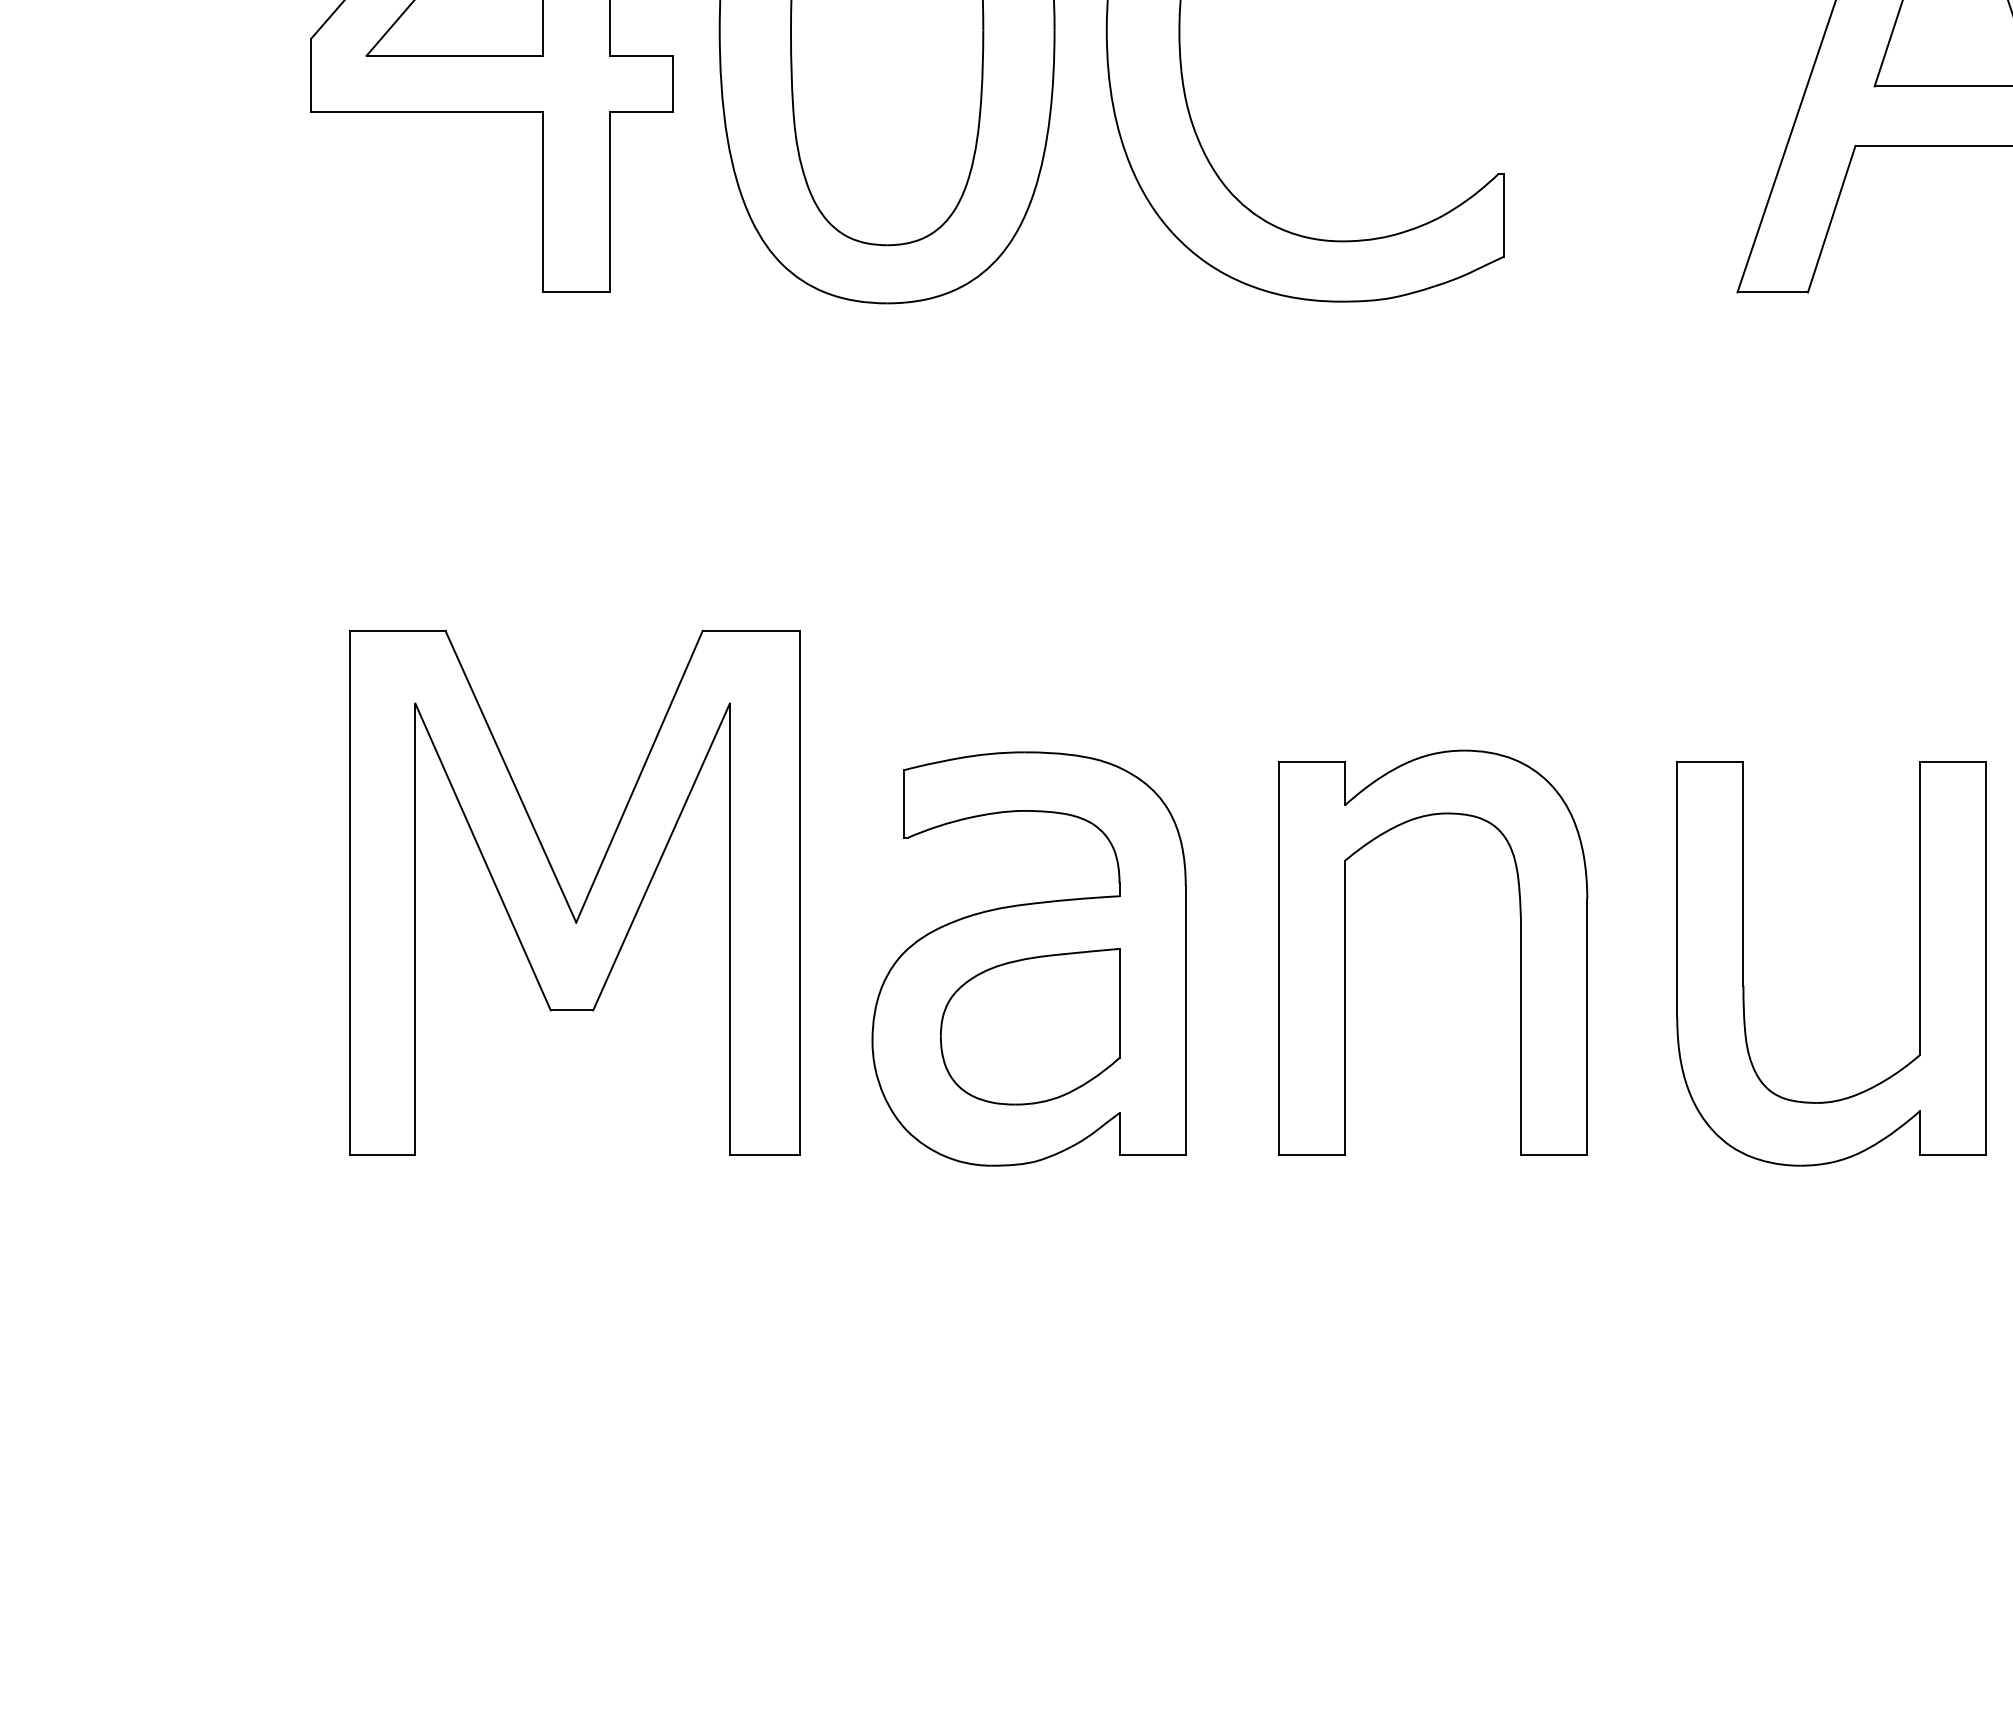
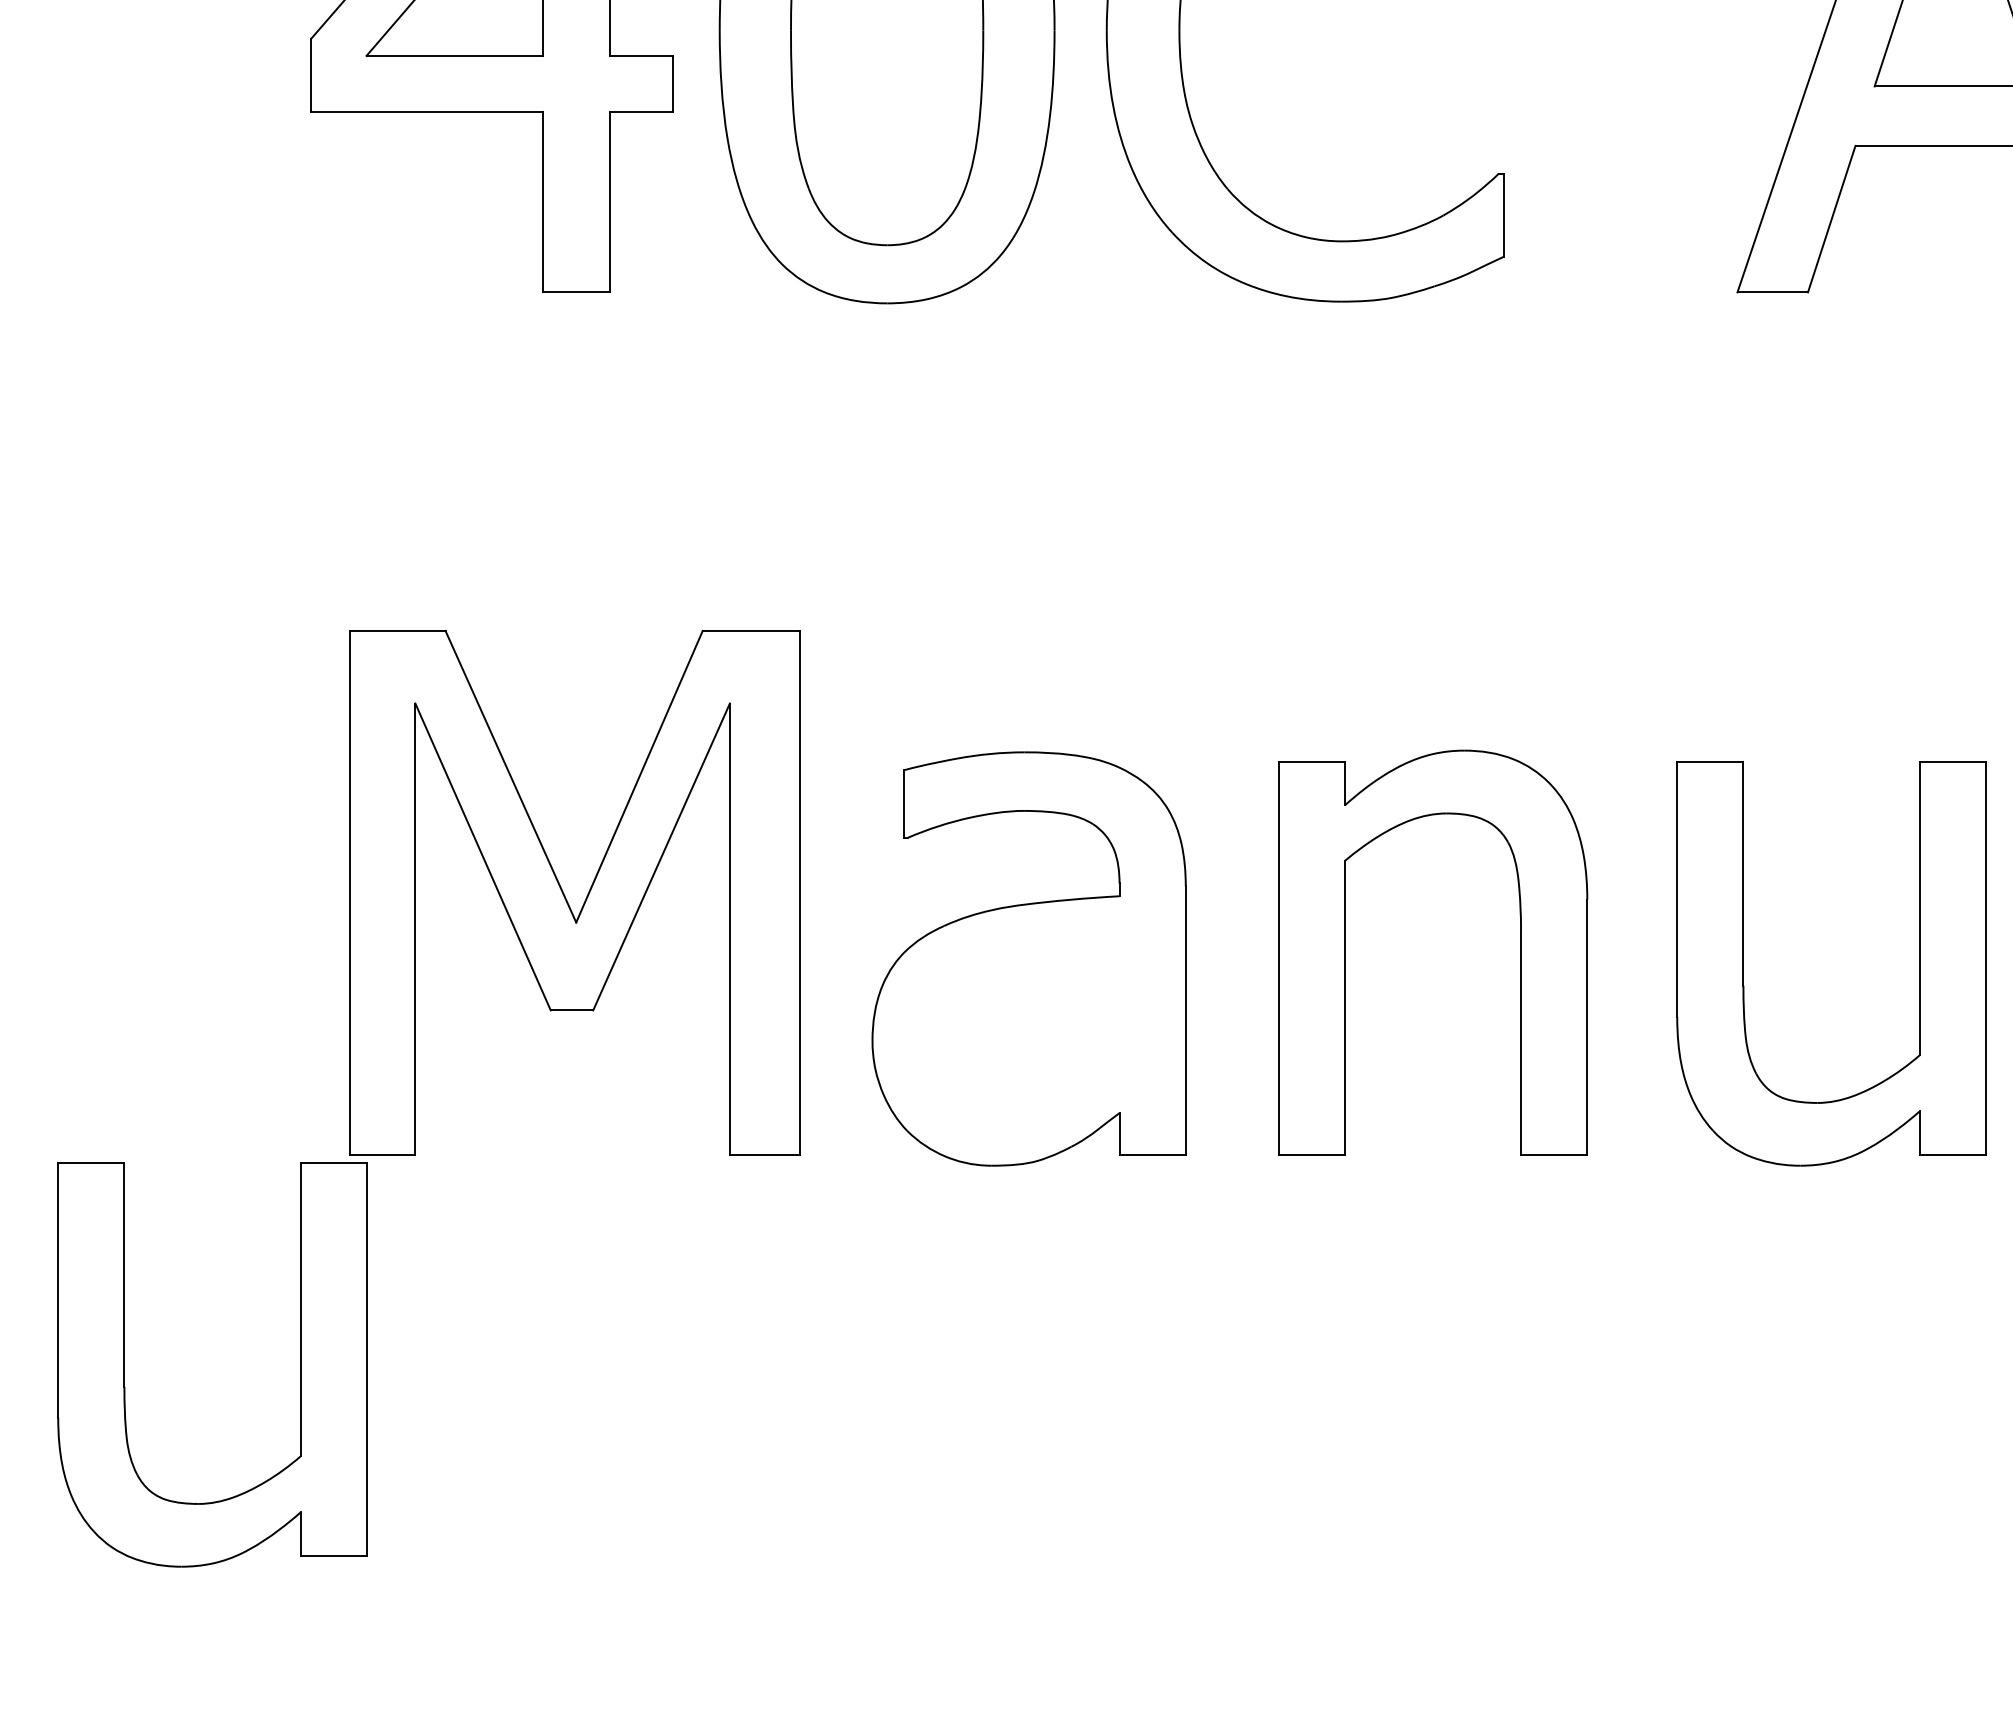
part at (1030, 1026): present -> none
part at (124, 1364): none -> present
